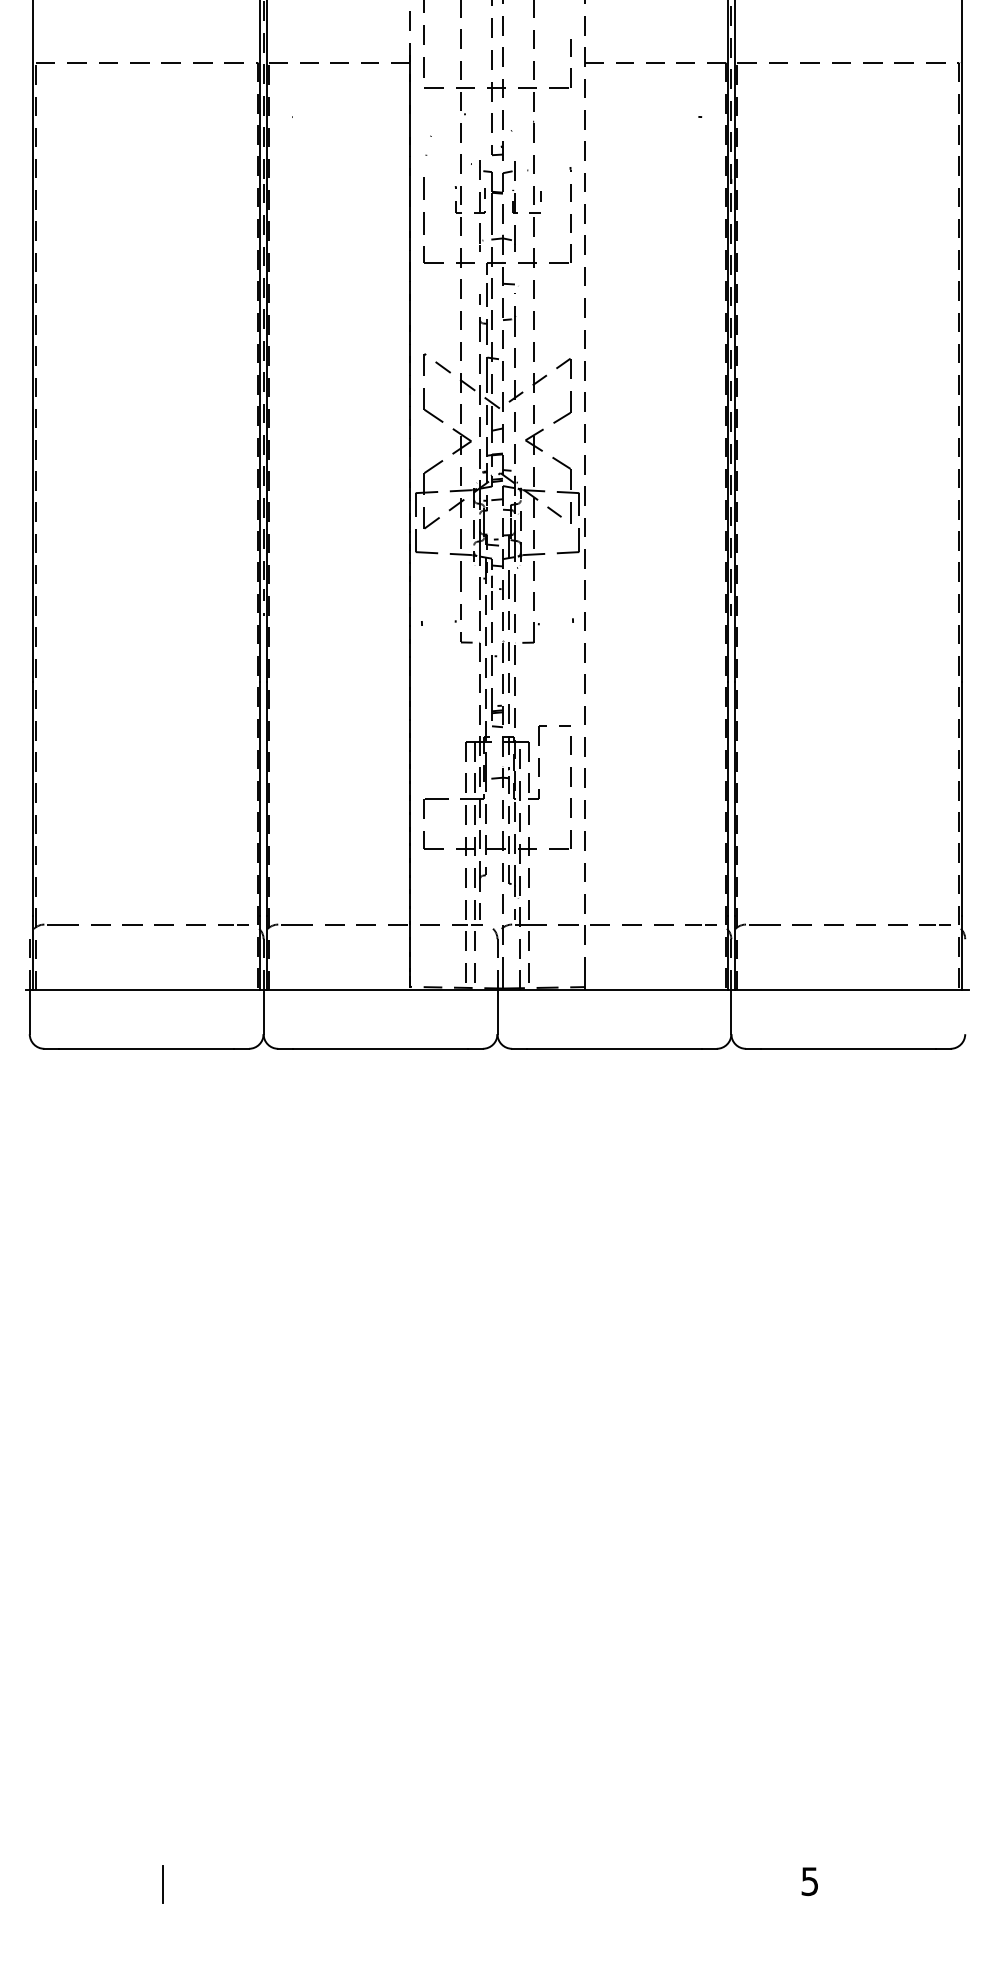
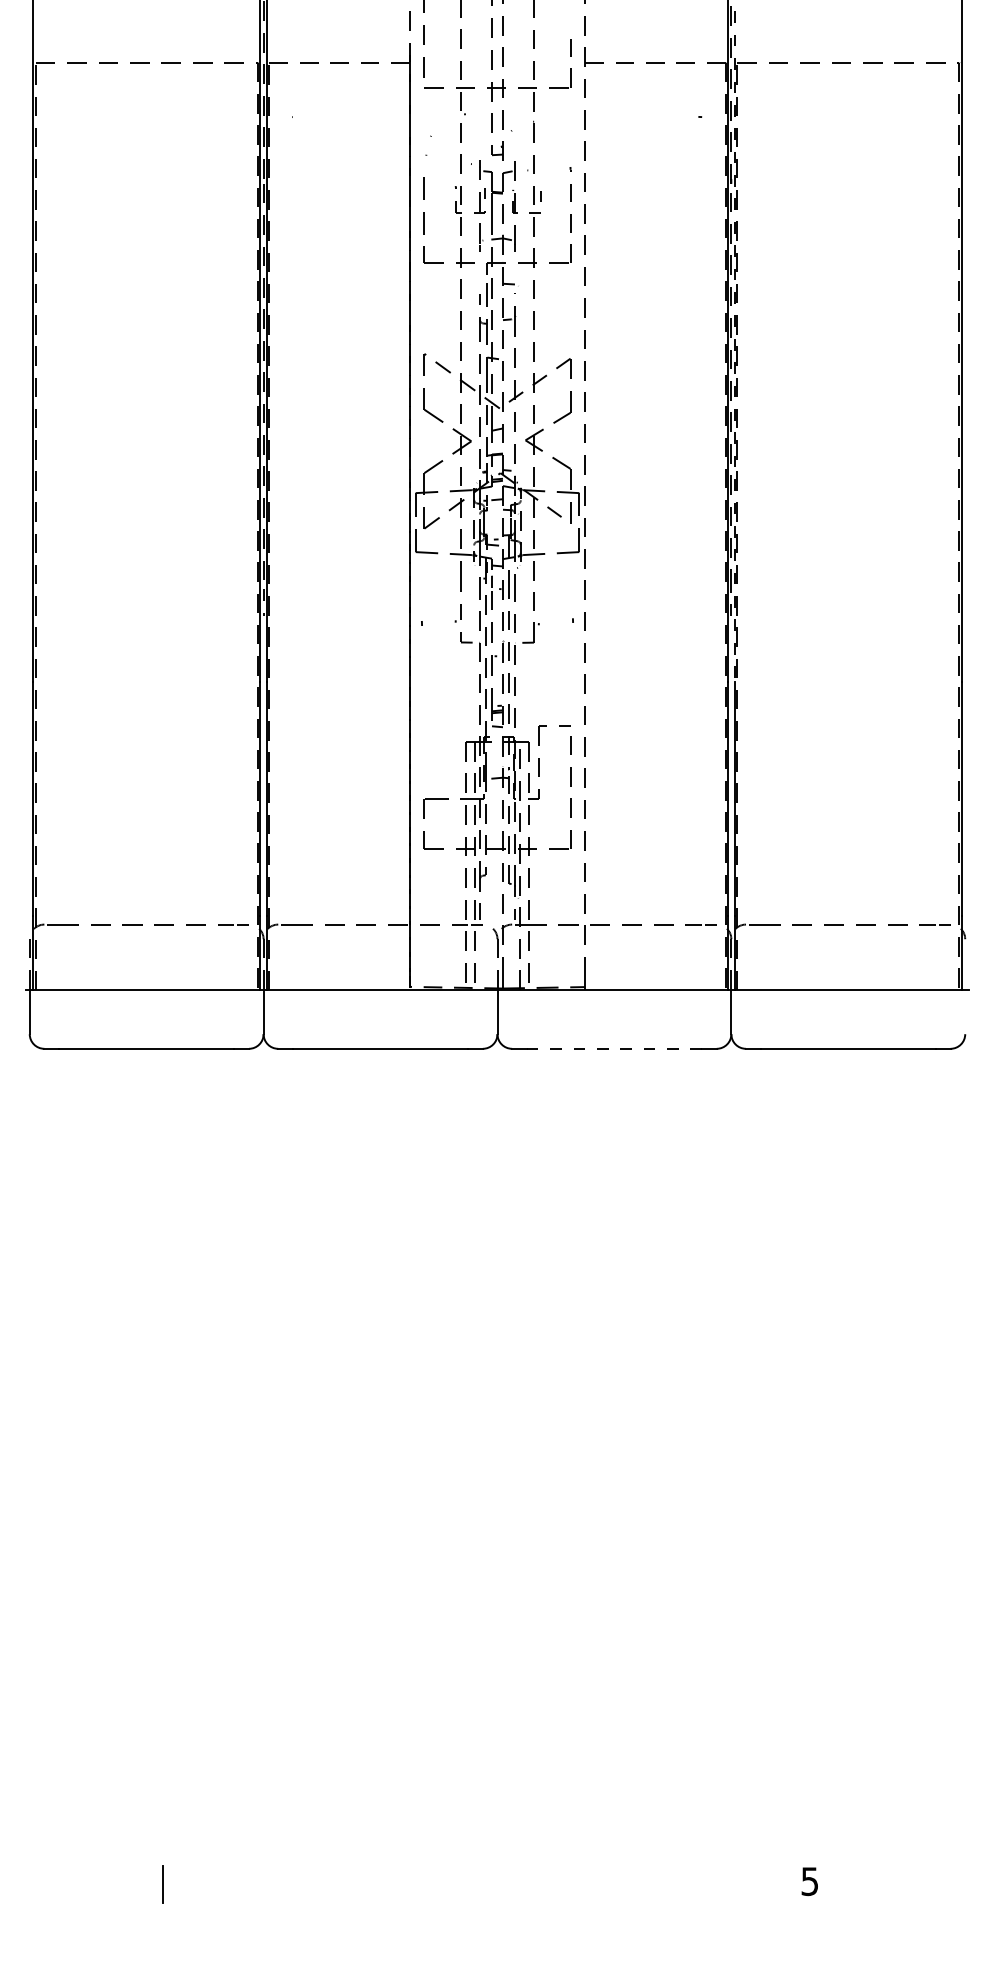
line at (735, 341): solid -> dashed
line at (614, 1048): solid -> dashed
